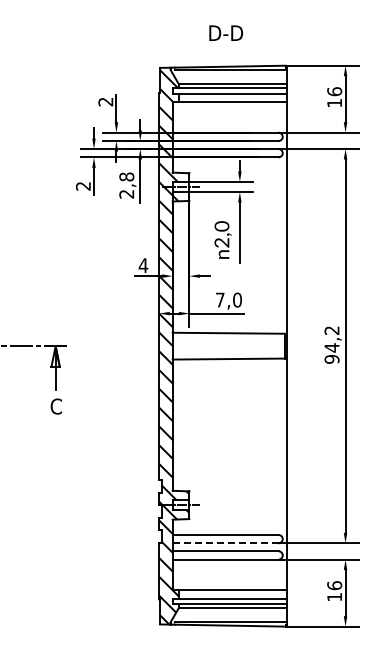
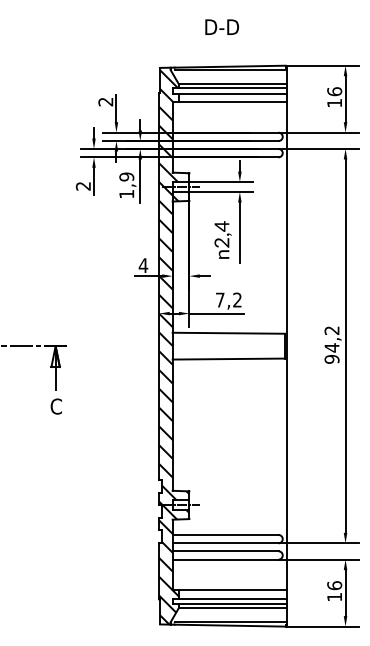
text at (225, 32) position: (225, 32) -> (221, 26)
text at (126, 185): 2,8 -> 1,9
text at (221, 226): 2,0 -> 2,4
text at (237, 299): 7,0 -> 7,2
line at (225, 543): dashed -> solid
